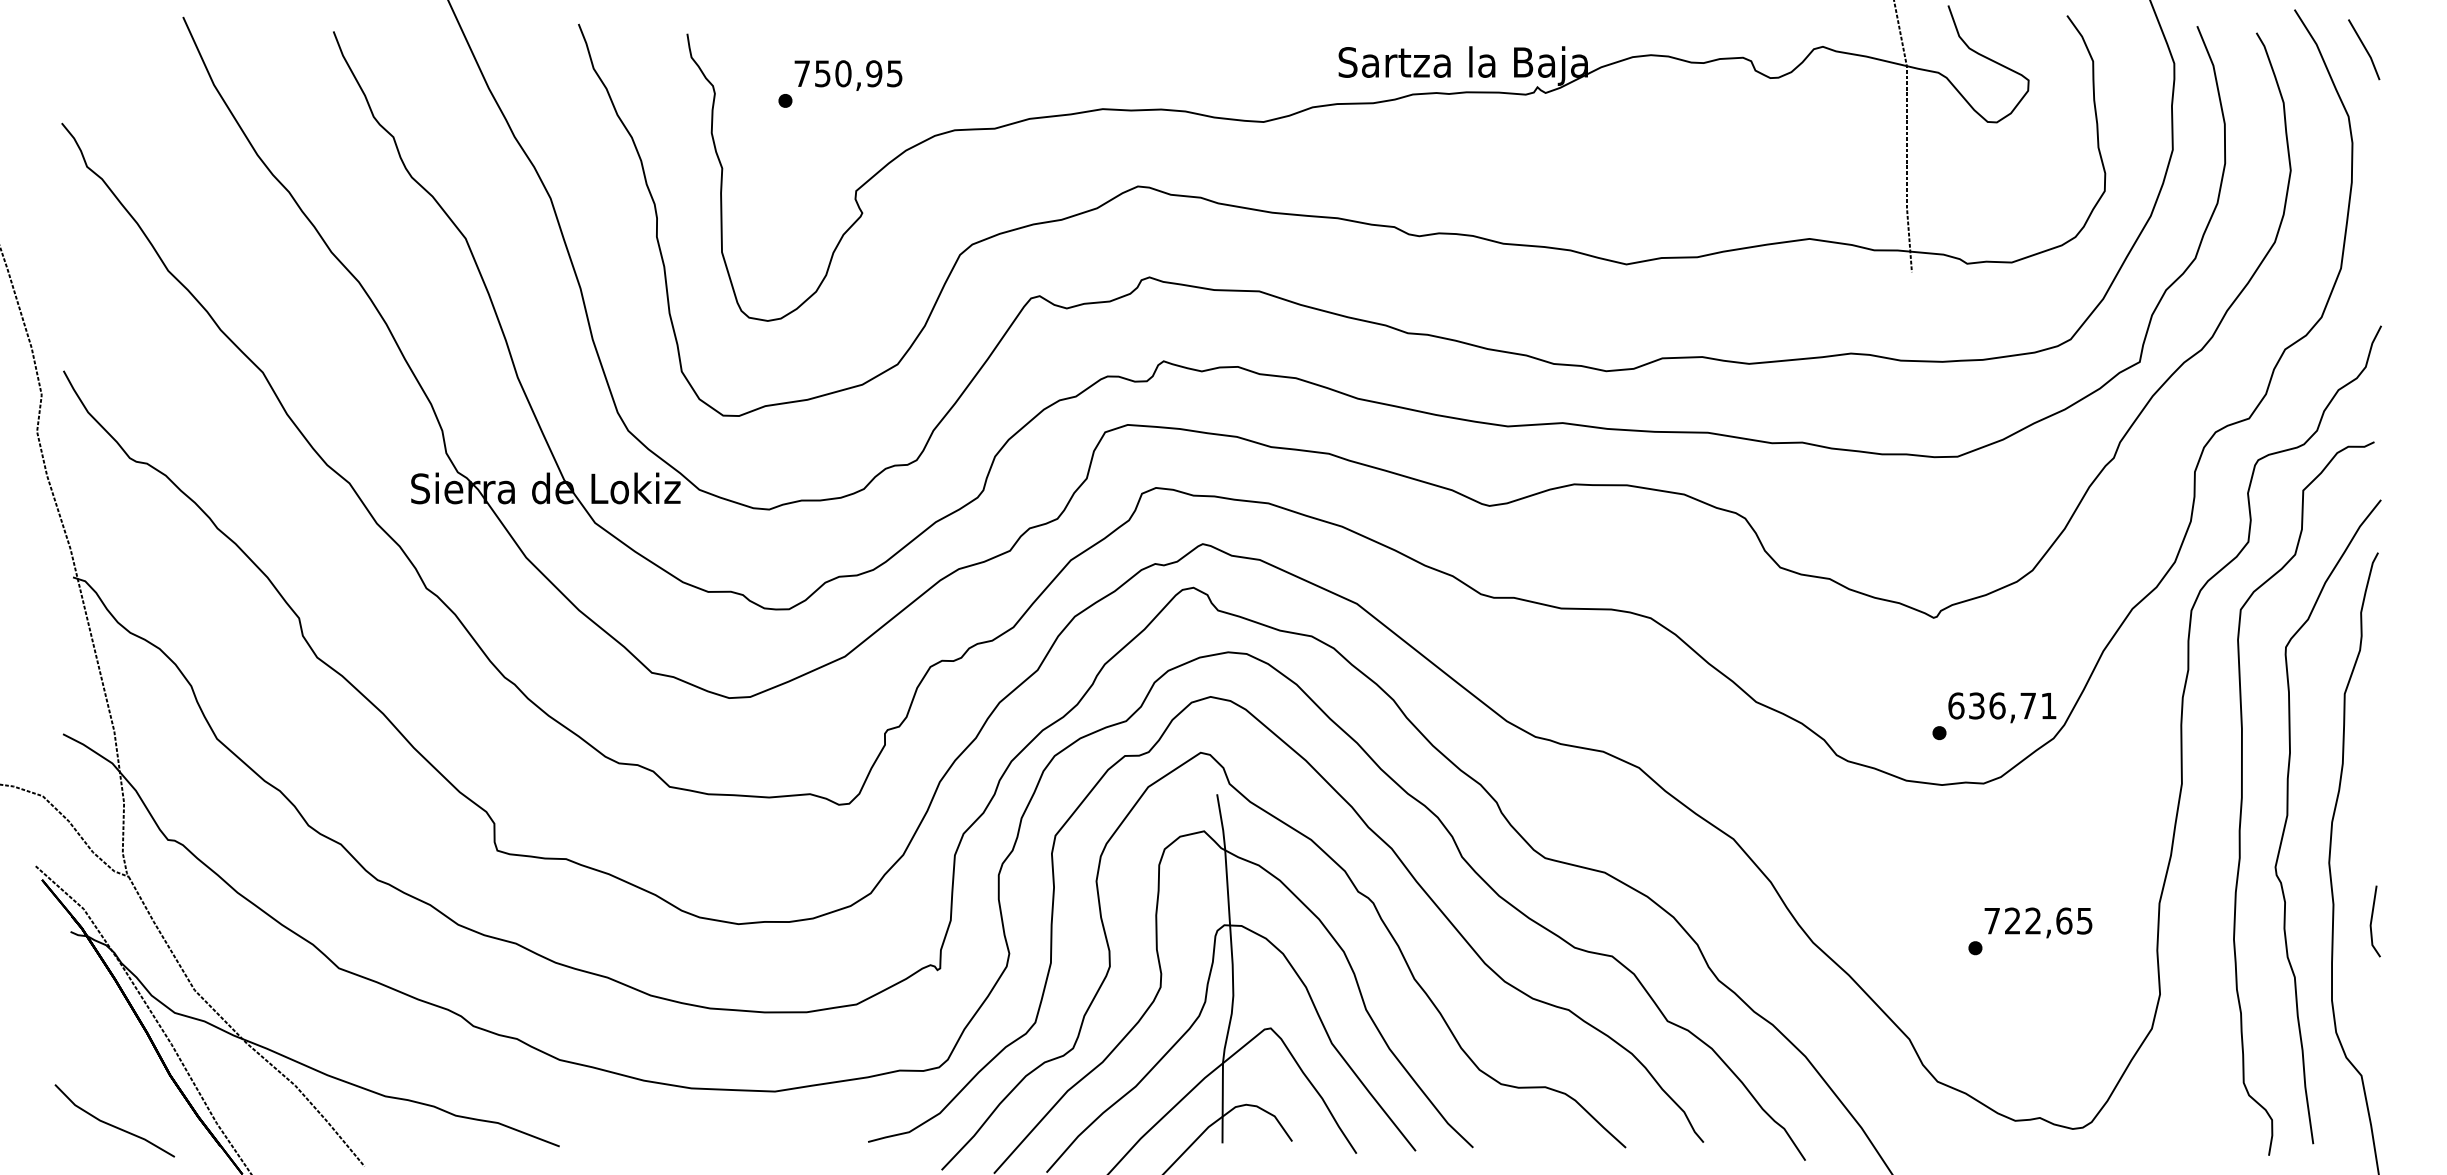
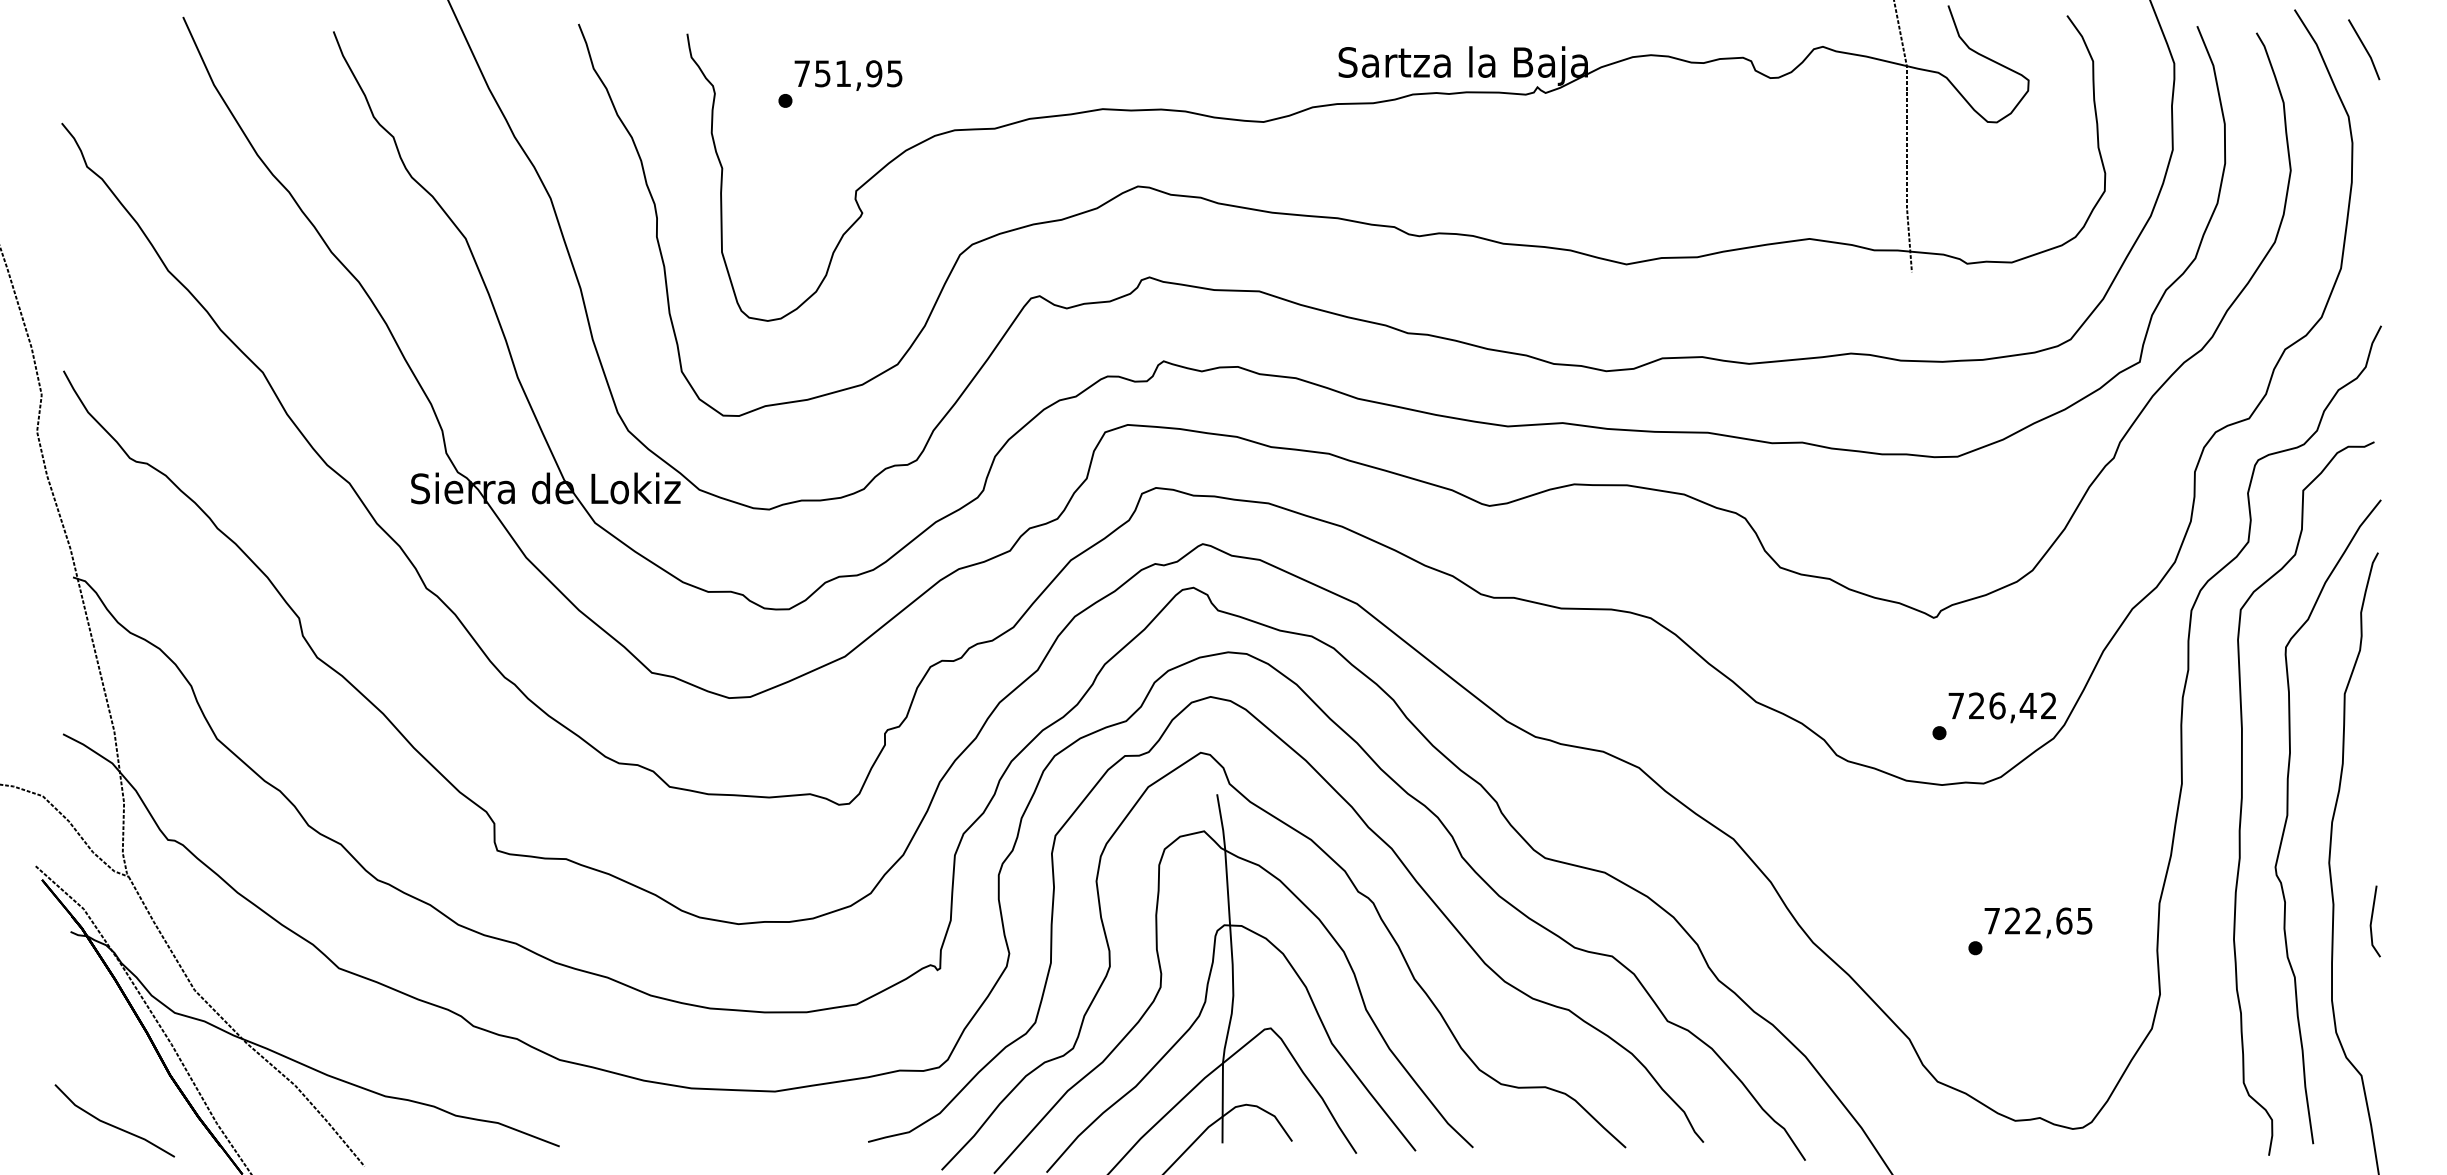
text at (843, 73): 750,95 -> 751,95
text at (2002, 705): 636,71 -> 726,42
